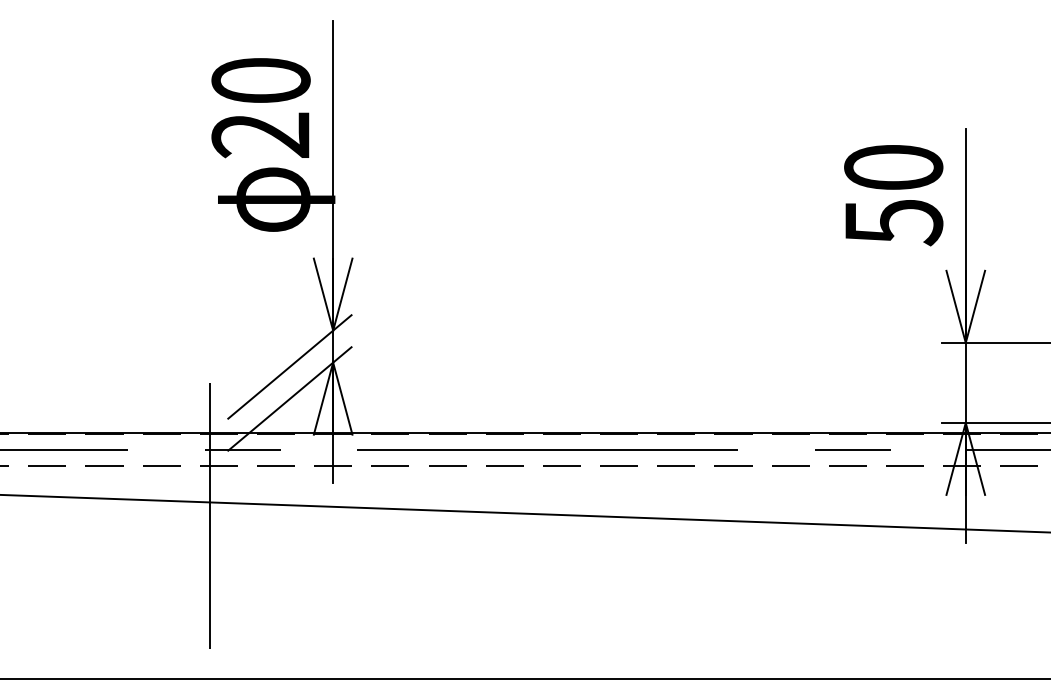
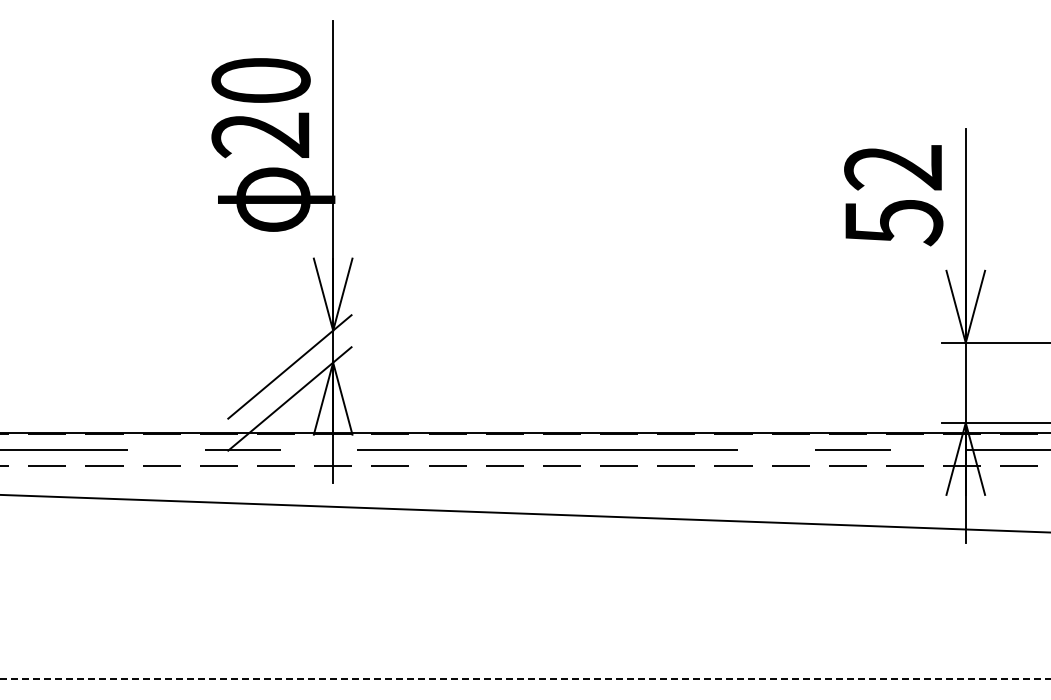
text at (893, 167): 50 -> 52
line at (209, 515): present -> none
line at (525, 679): solid -> dashed
